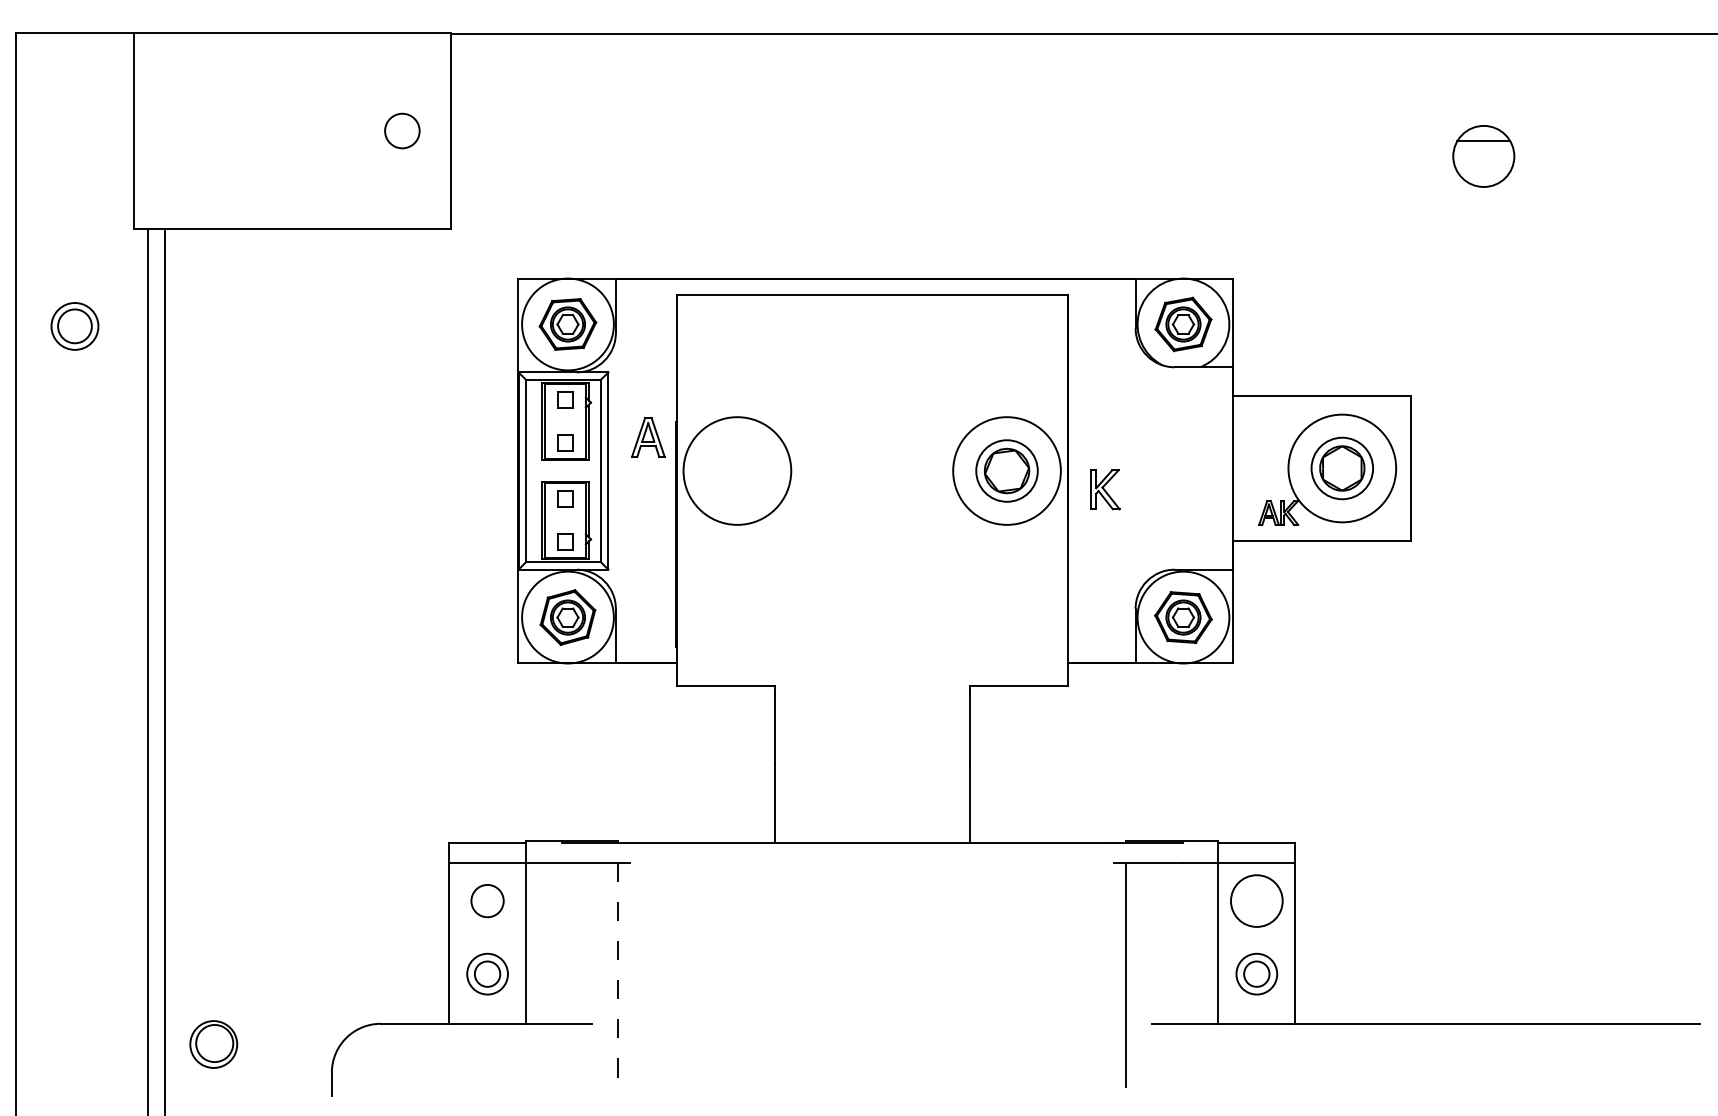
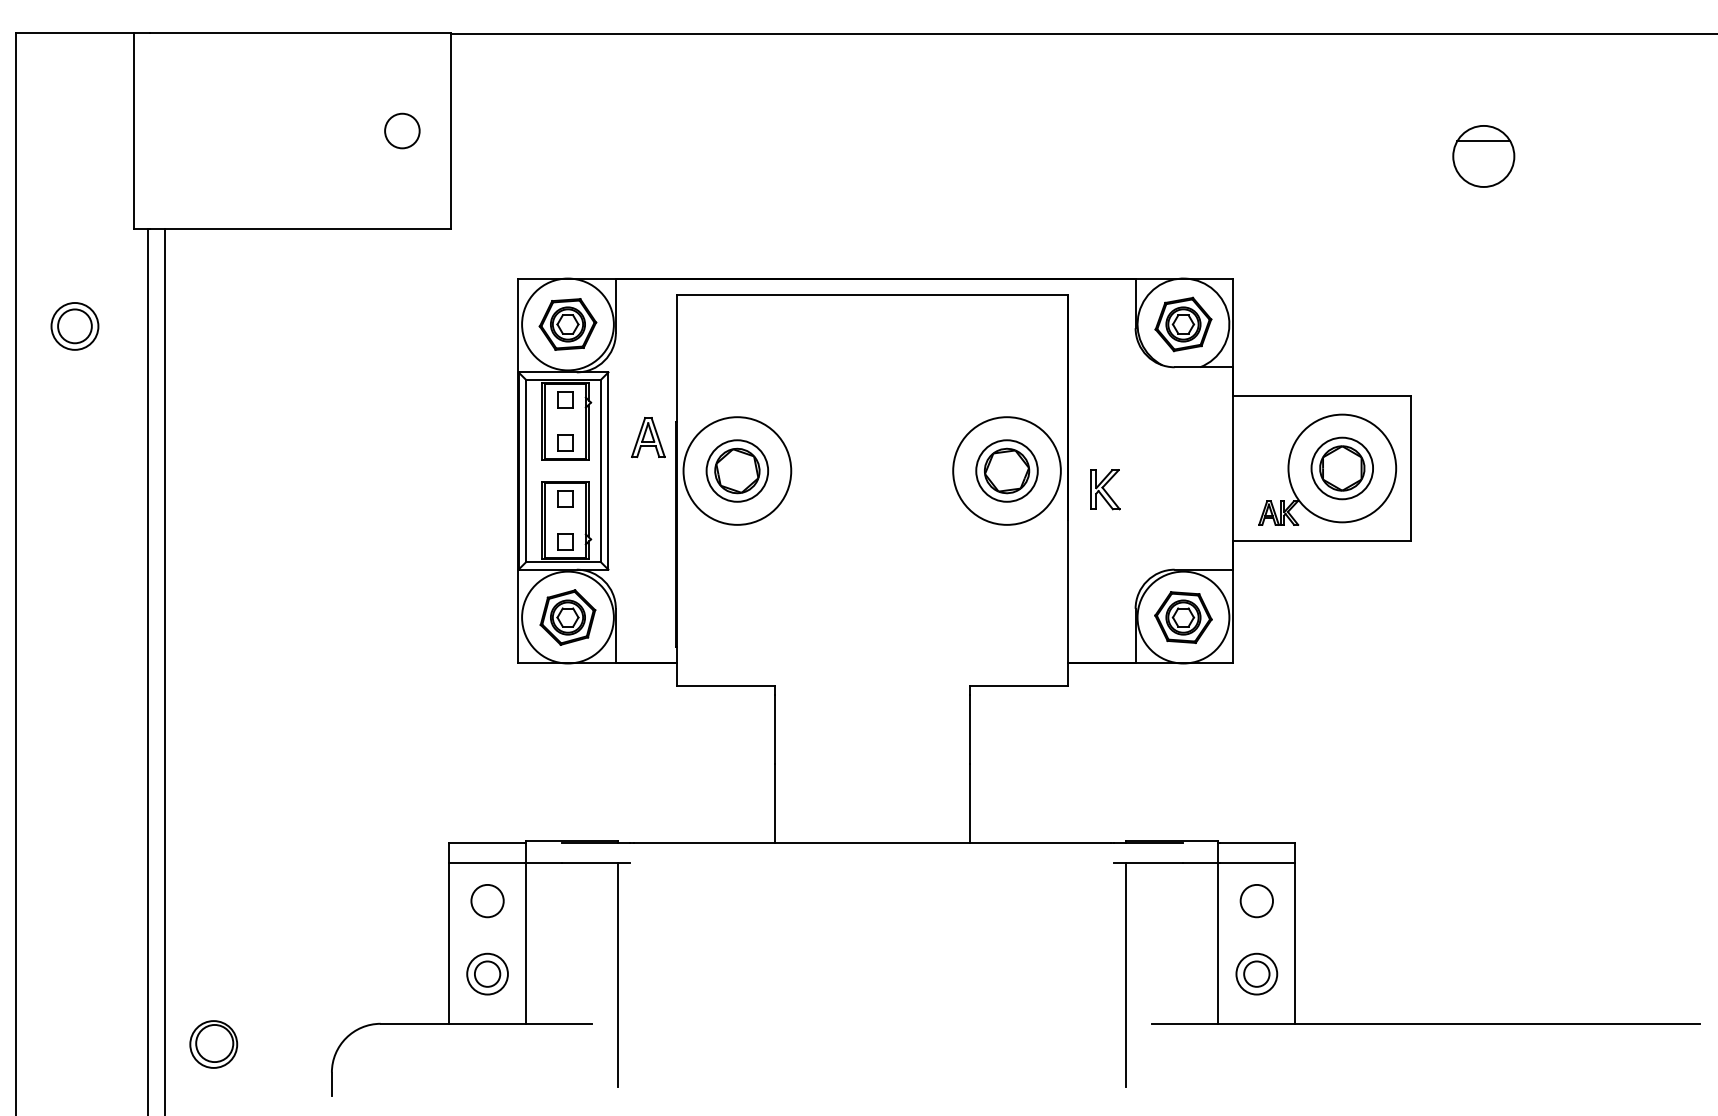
part at (736, 470): none -> present
circle at (1256, 900) diameter: 52 px -> 32 px
line at (618, 975): dashed -> solid
